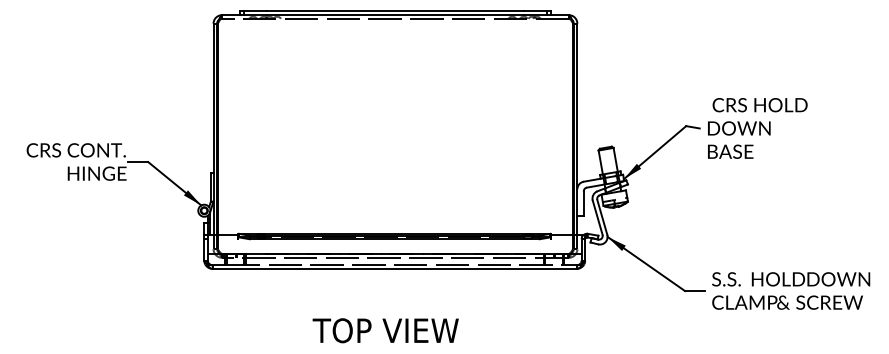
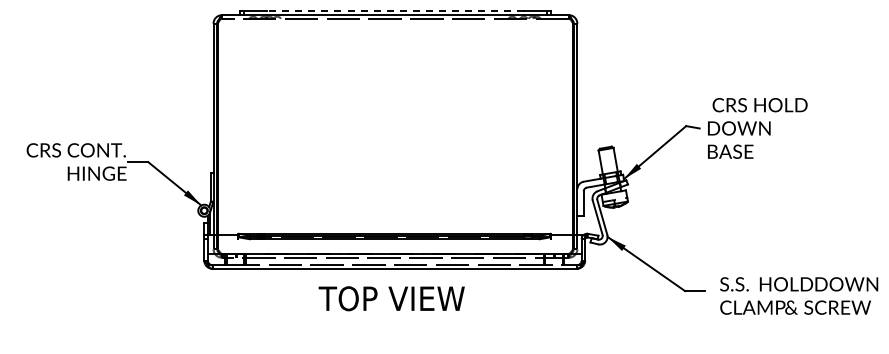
line at (395, 10): solid -> dashed
text at (791, 290) position: (791, 290) -> (799, 295)
text at (385, 330) position: (385, 330) -> (391, 298)
